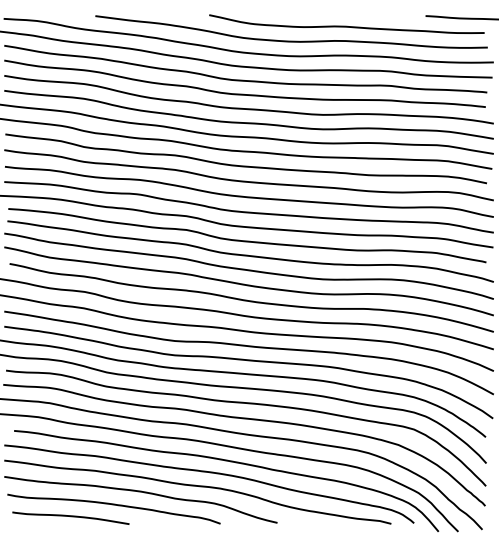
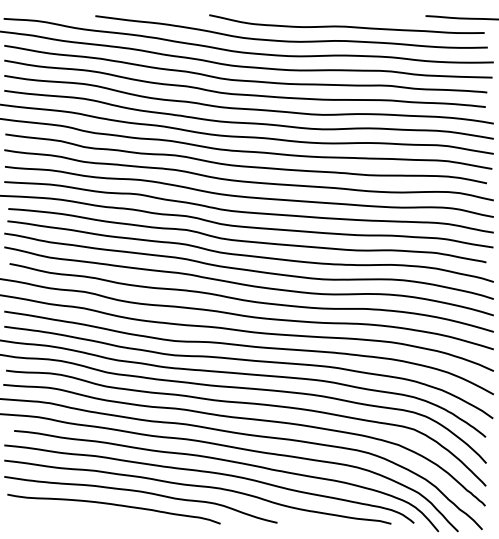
curve at (70, 517): present -> none
